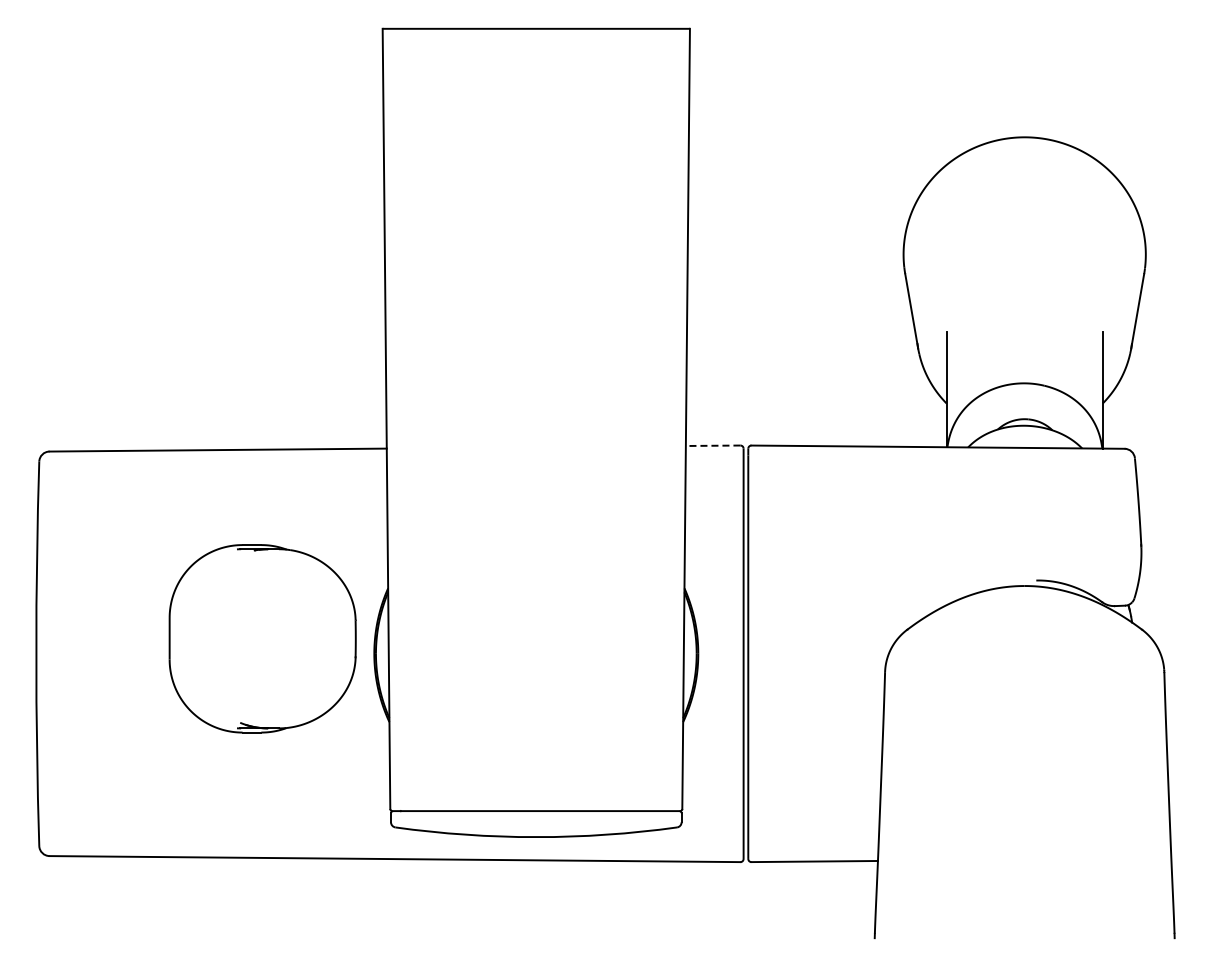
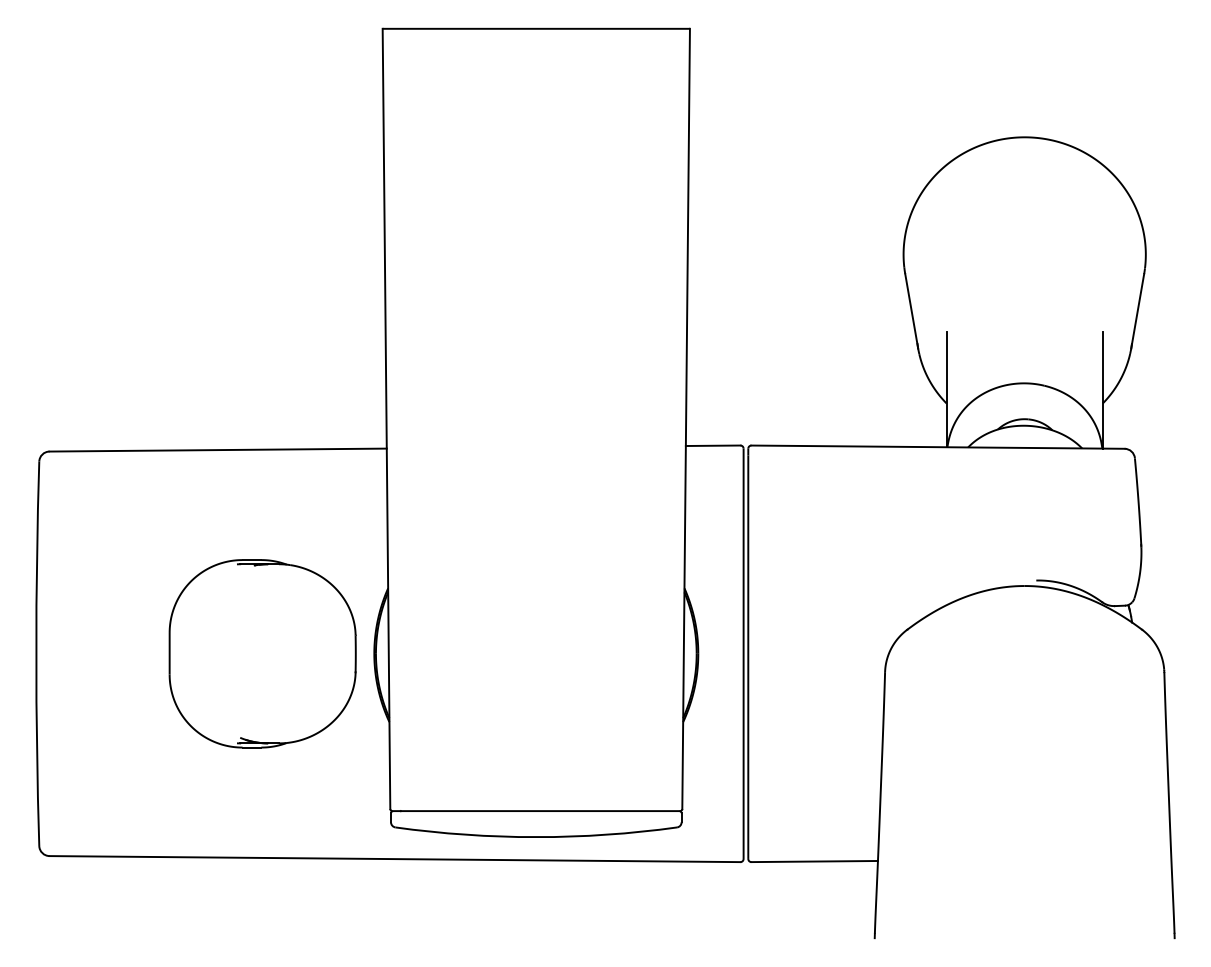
line at (712, 445): dashed -> solid
part at (262, 638) position: (262, 638) -> (262, 653)
